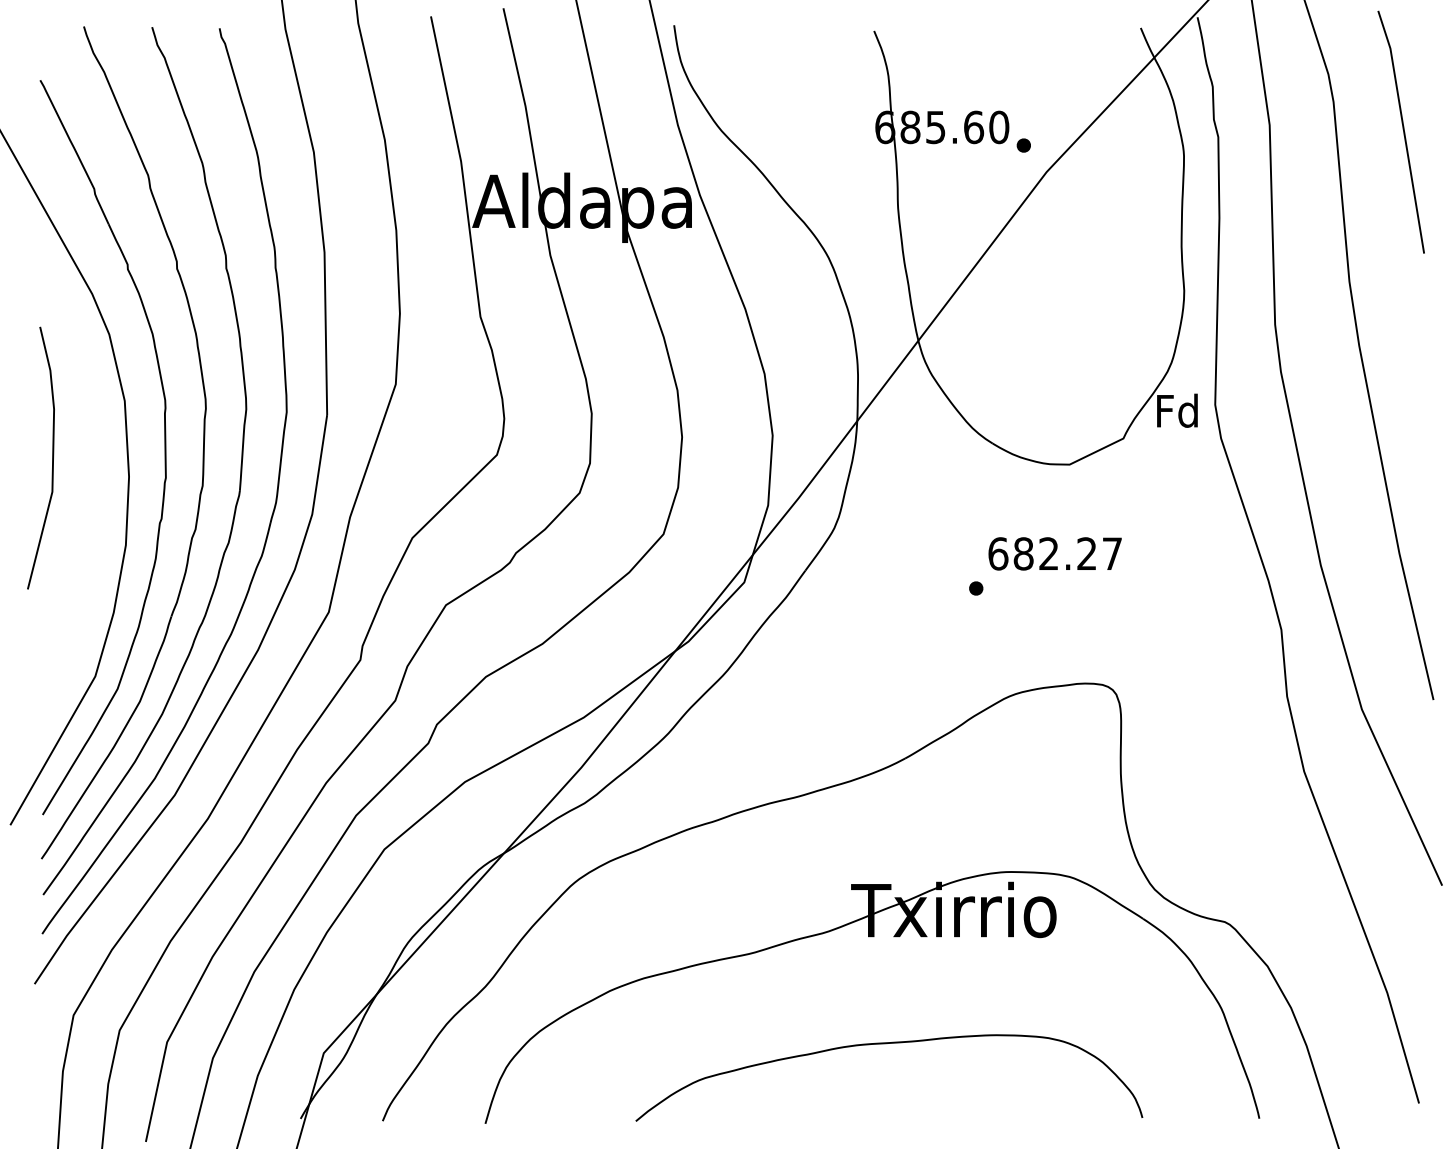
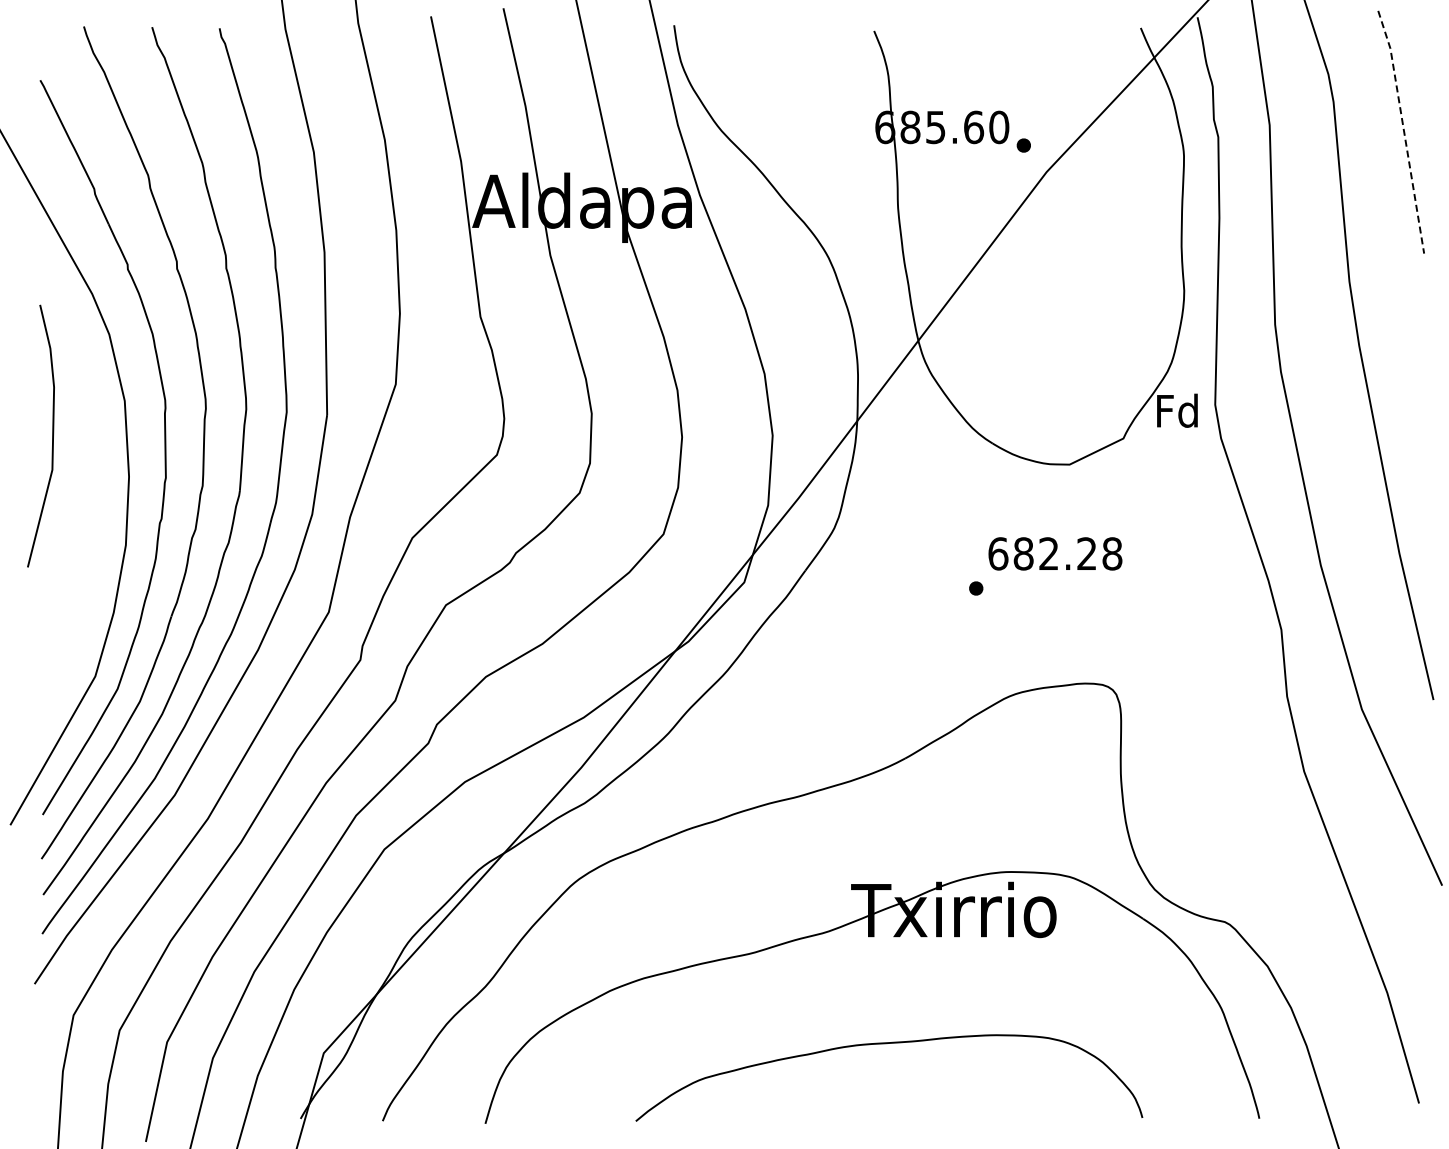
line at (1404, 131): solid -> dashed
line at (52, 457) position: (52, 457) -> (52, 435)
text at (1112, 553): 682.27 -> 682.28
